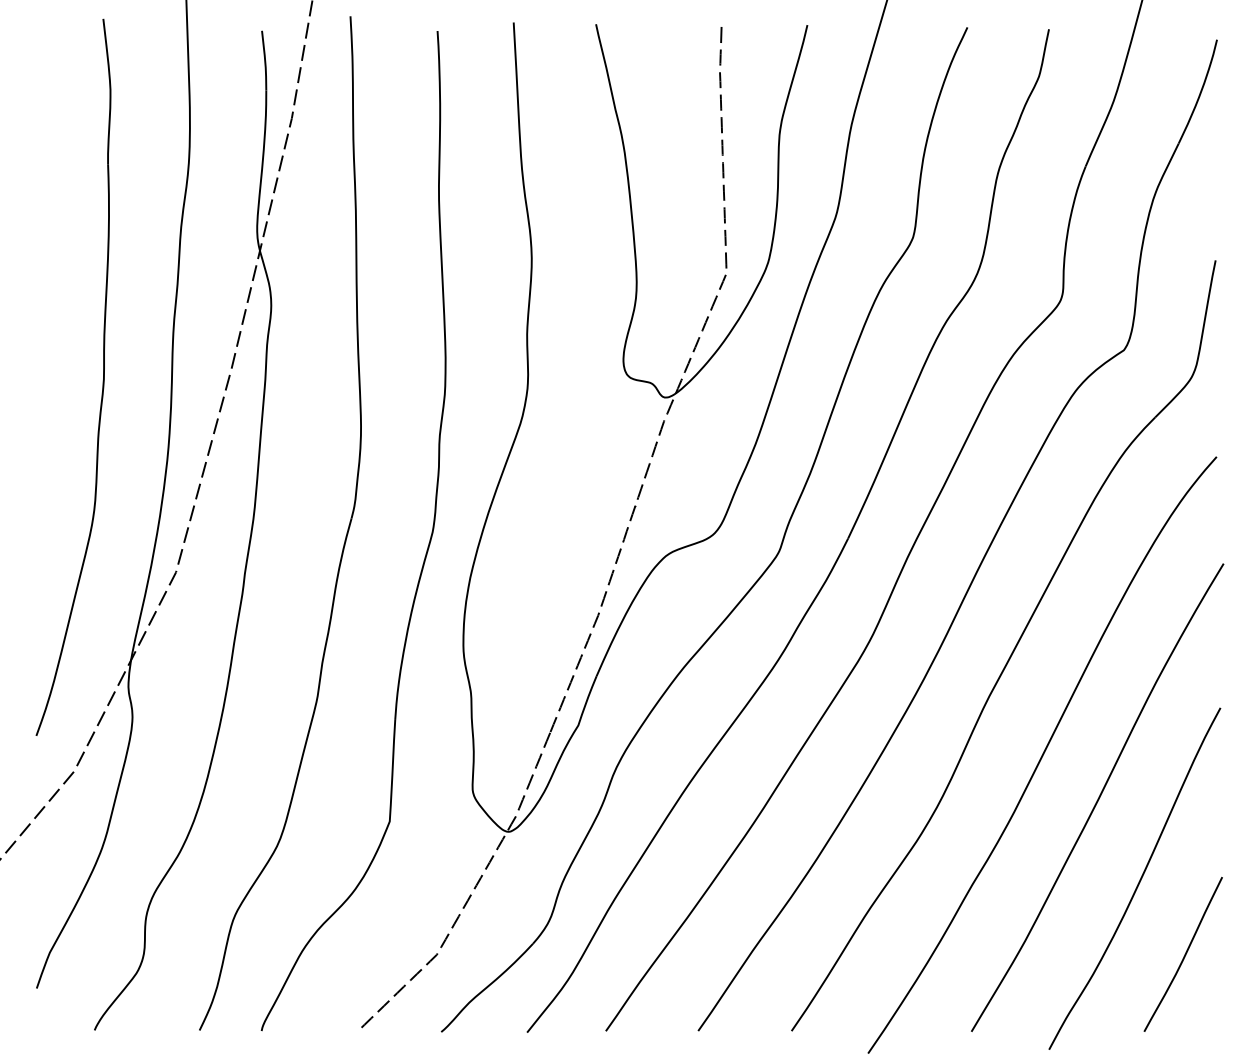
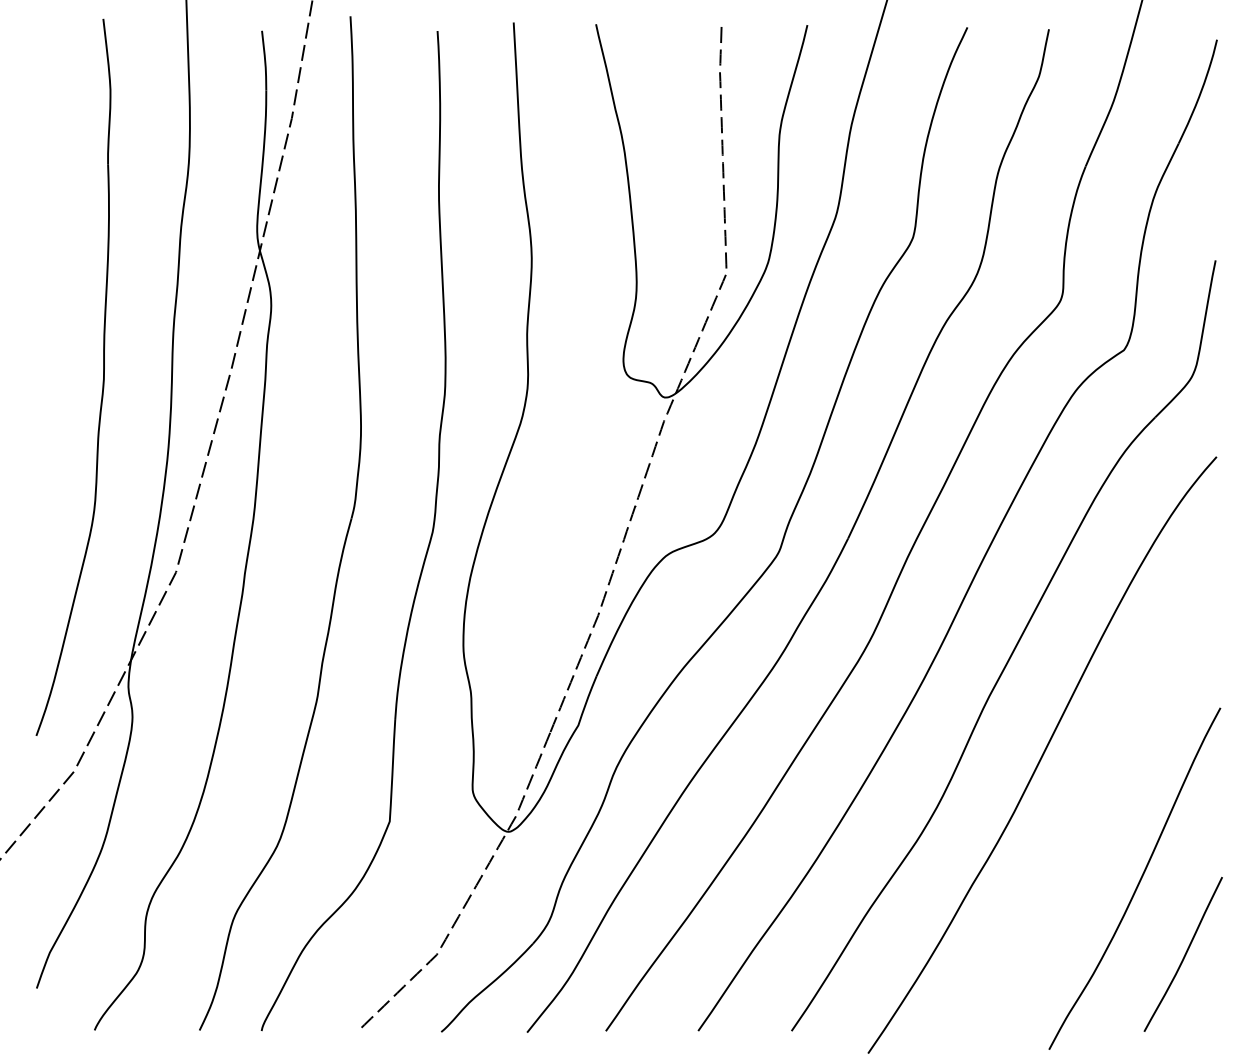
curve at (1098, 797): present -> none
